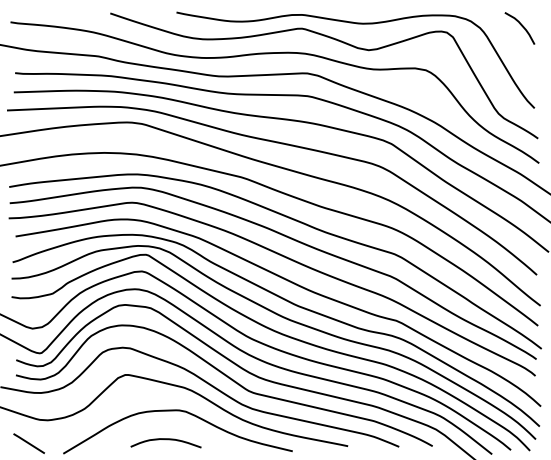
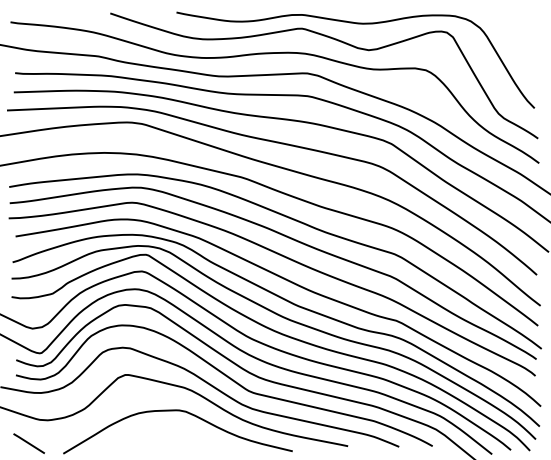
curve at (521, 26): present -> none
curve at (165, 440): present -> none
